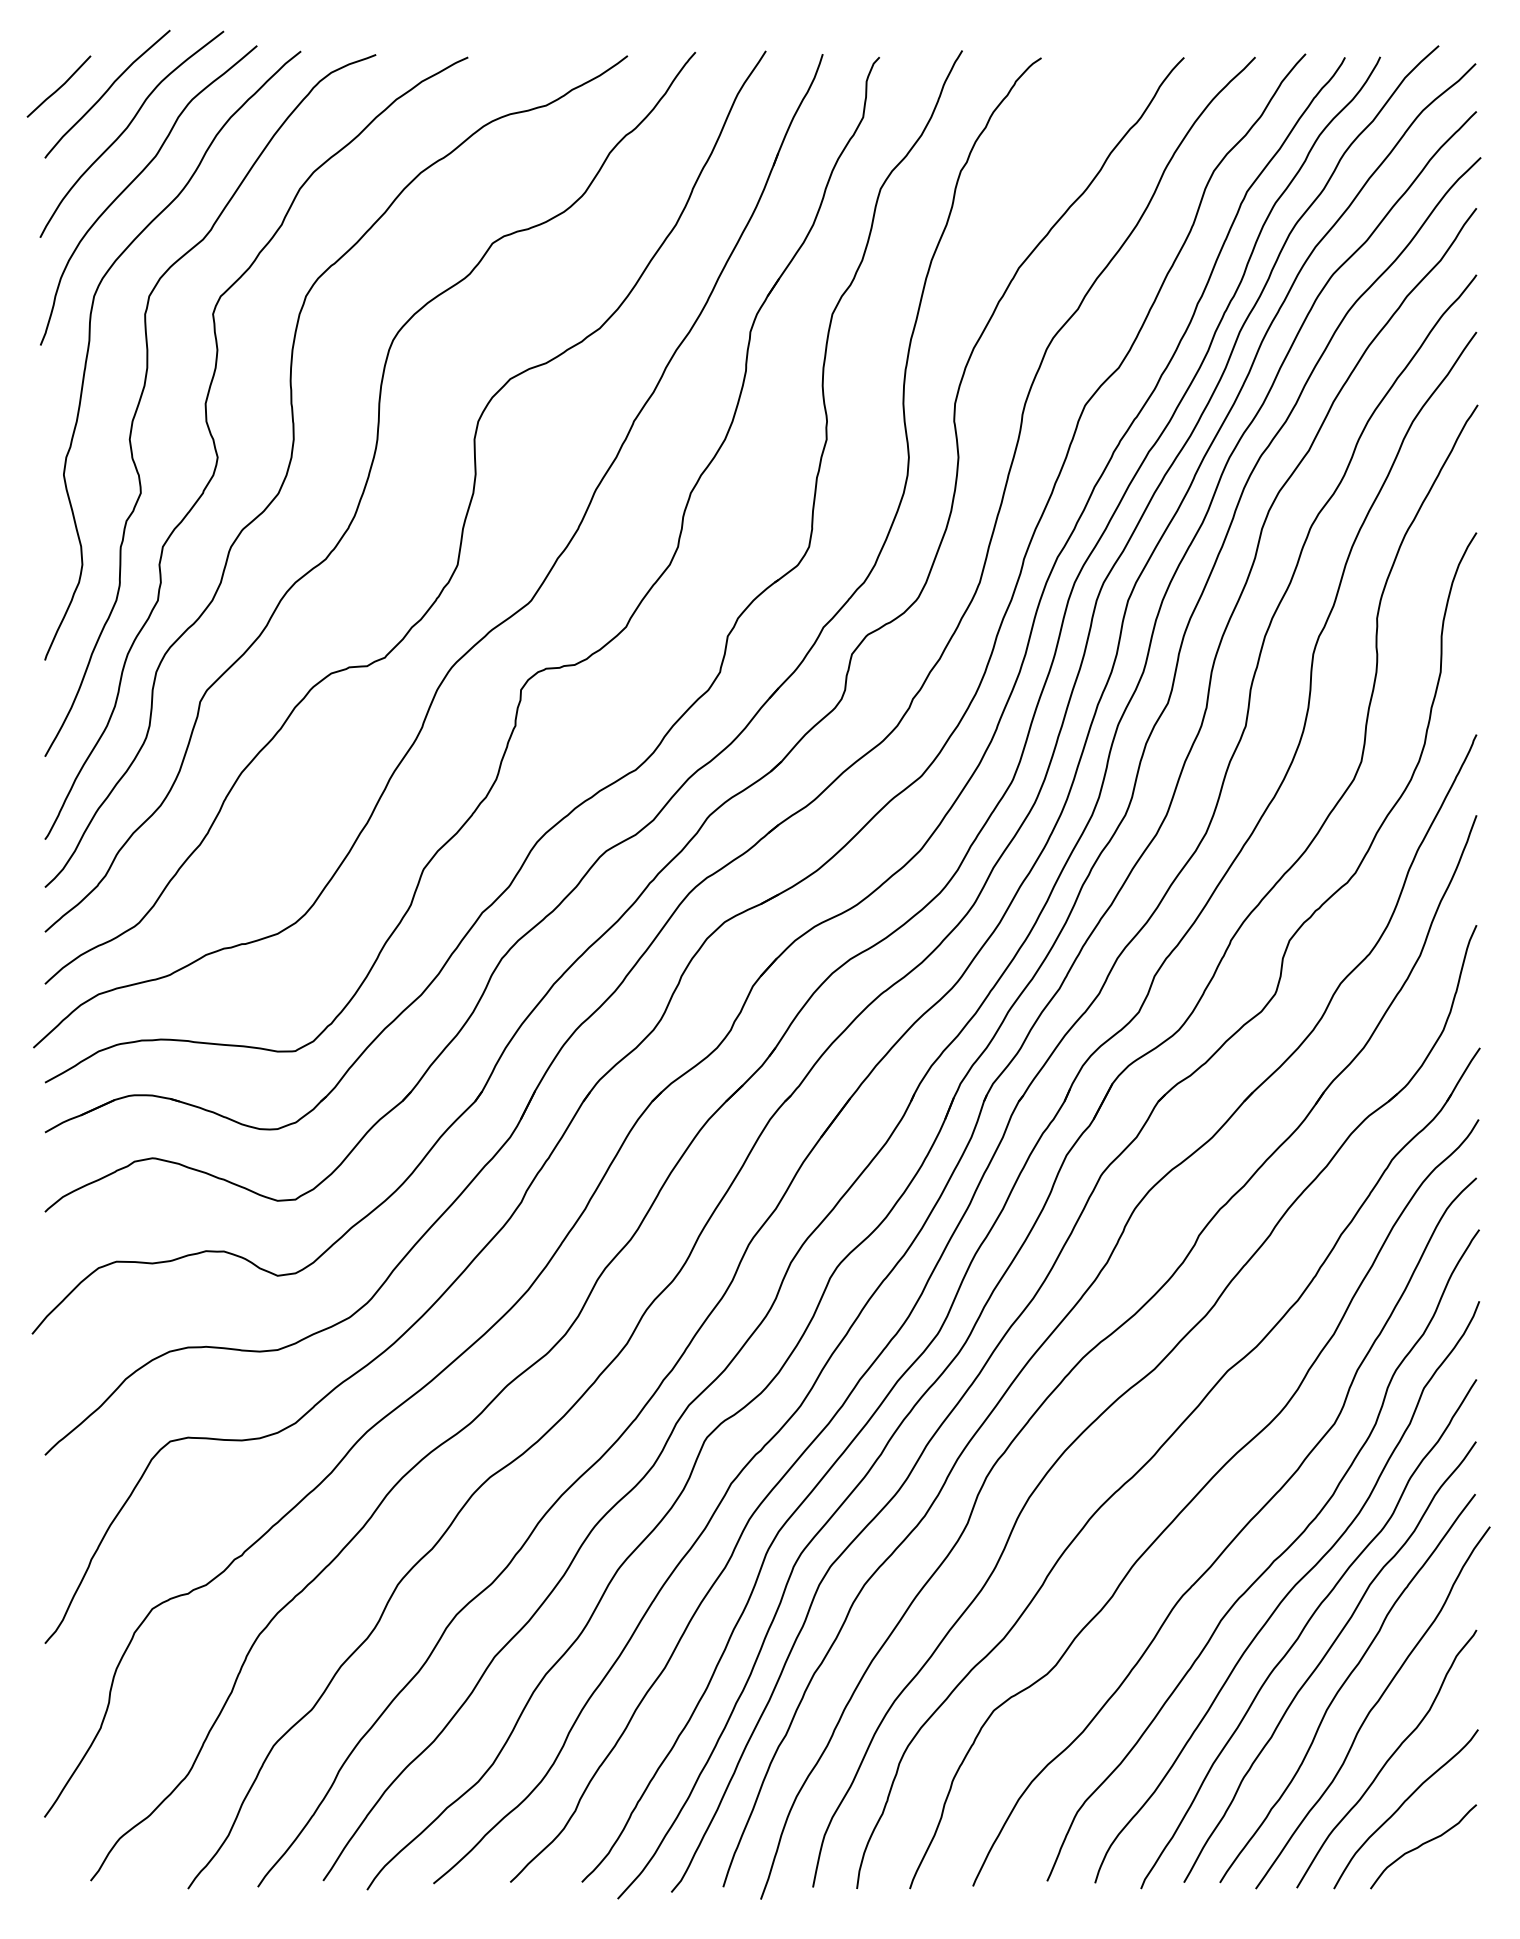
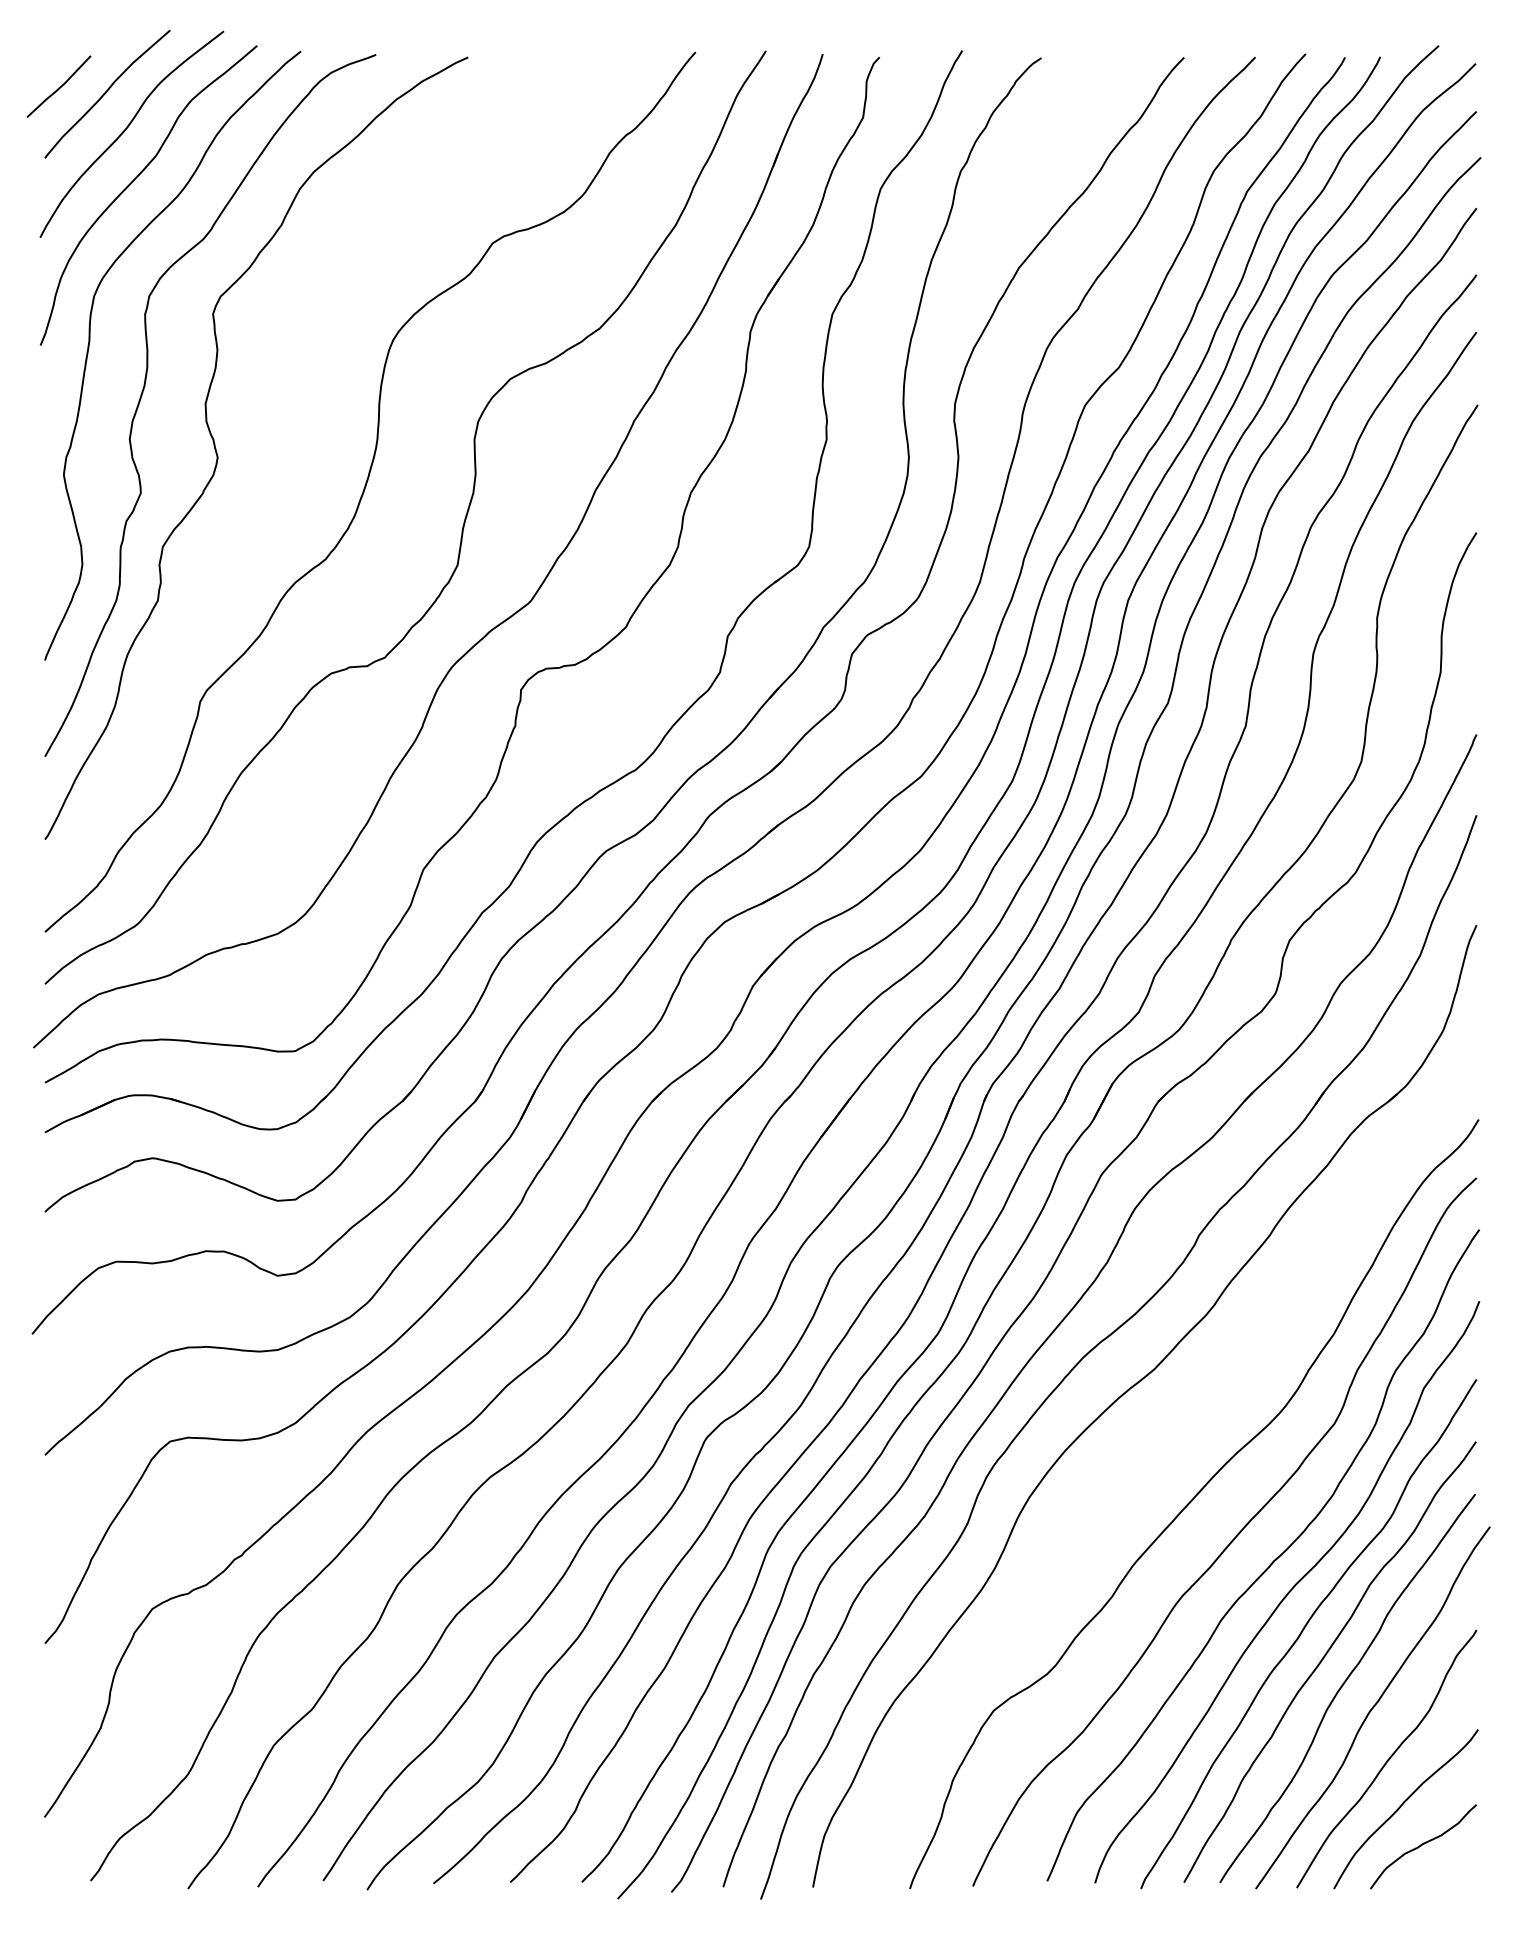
curve at (292, 458): present -> none
part at (1156, 1454): present -> none
